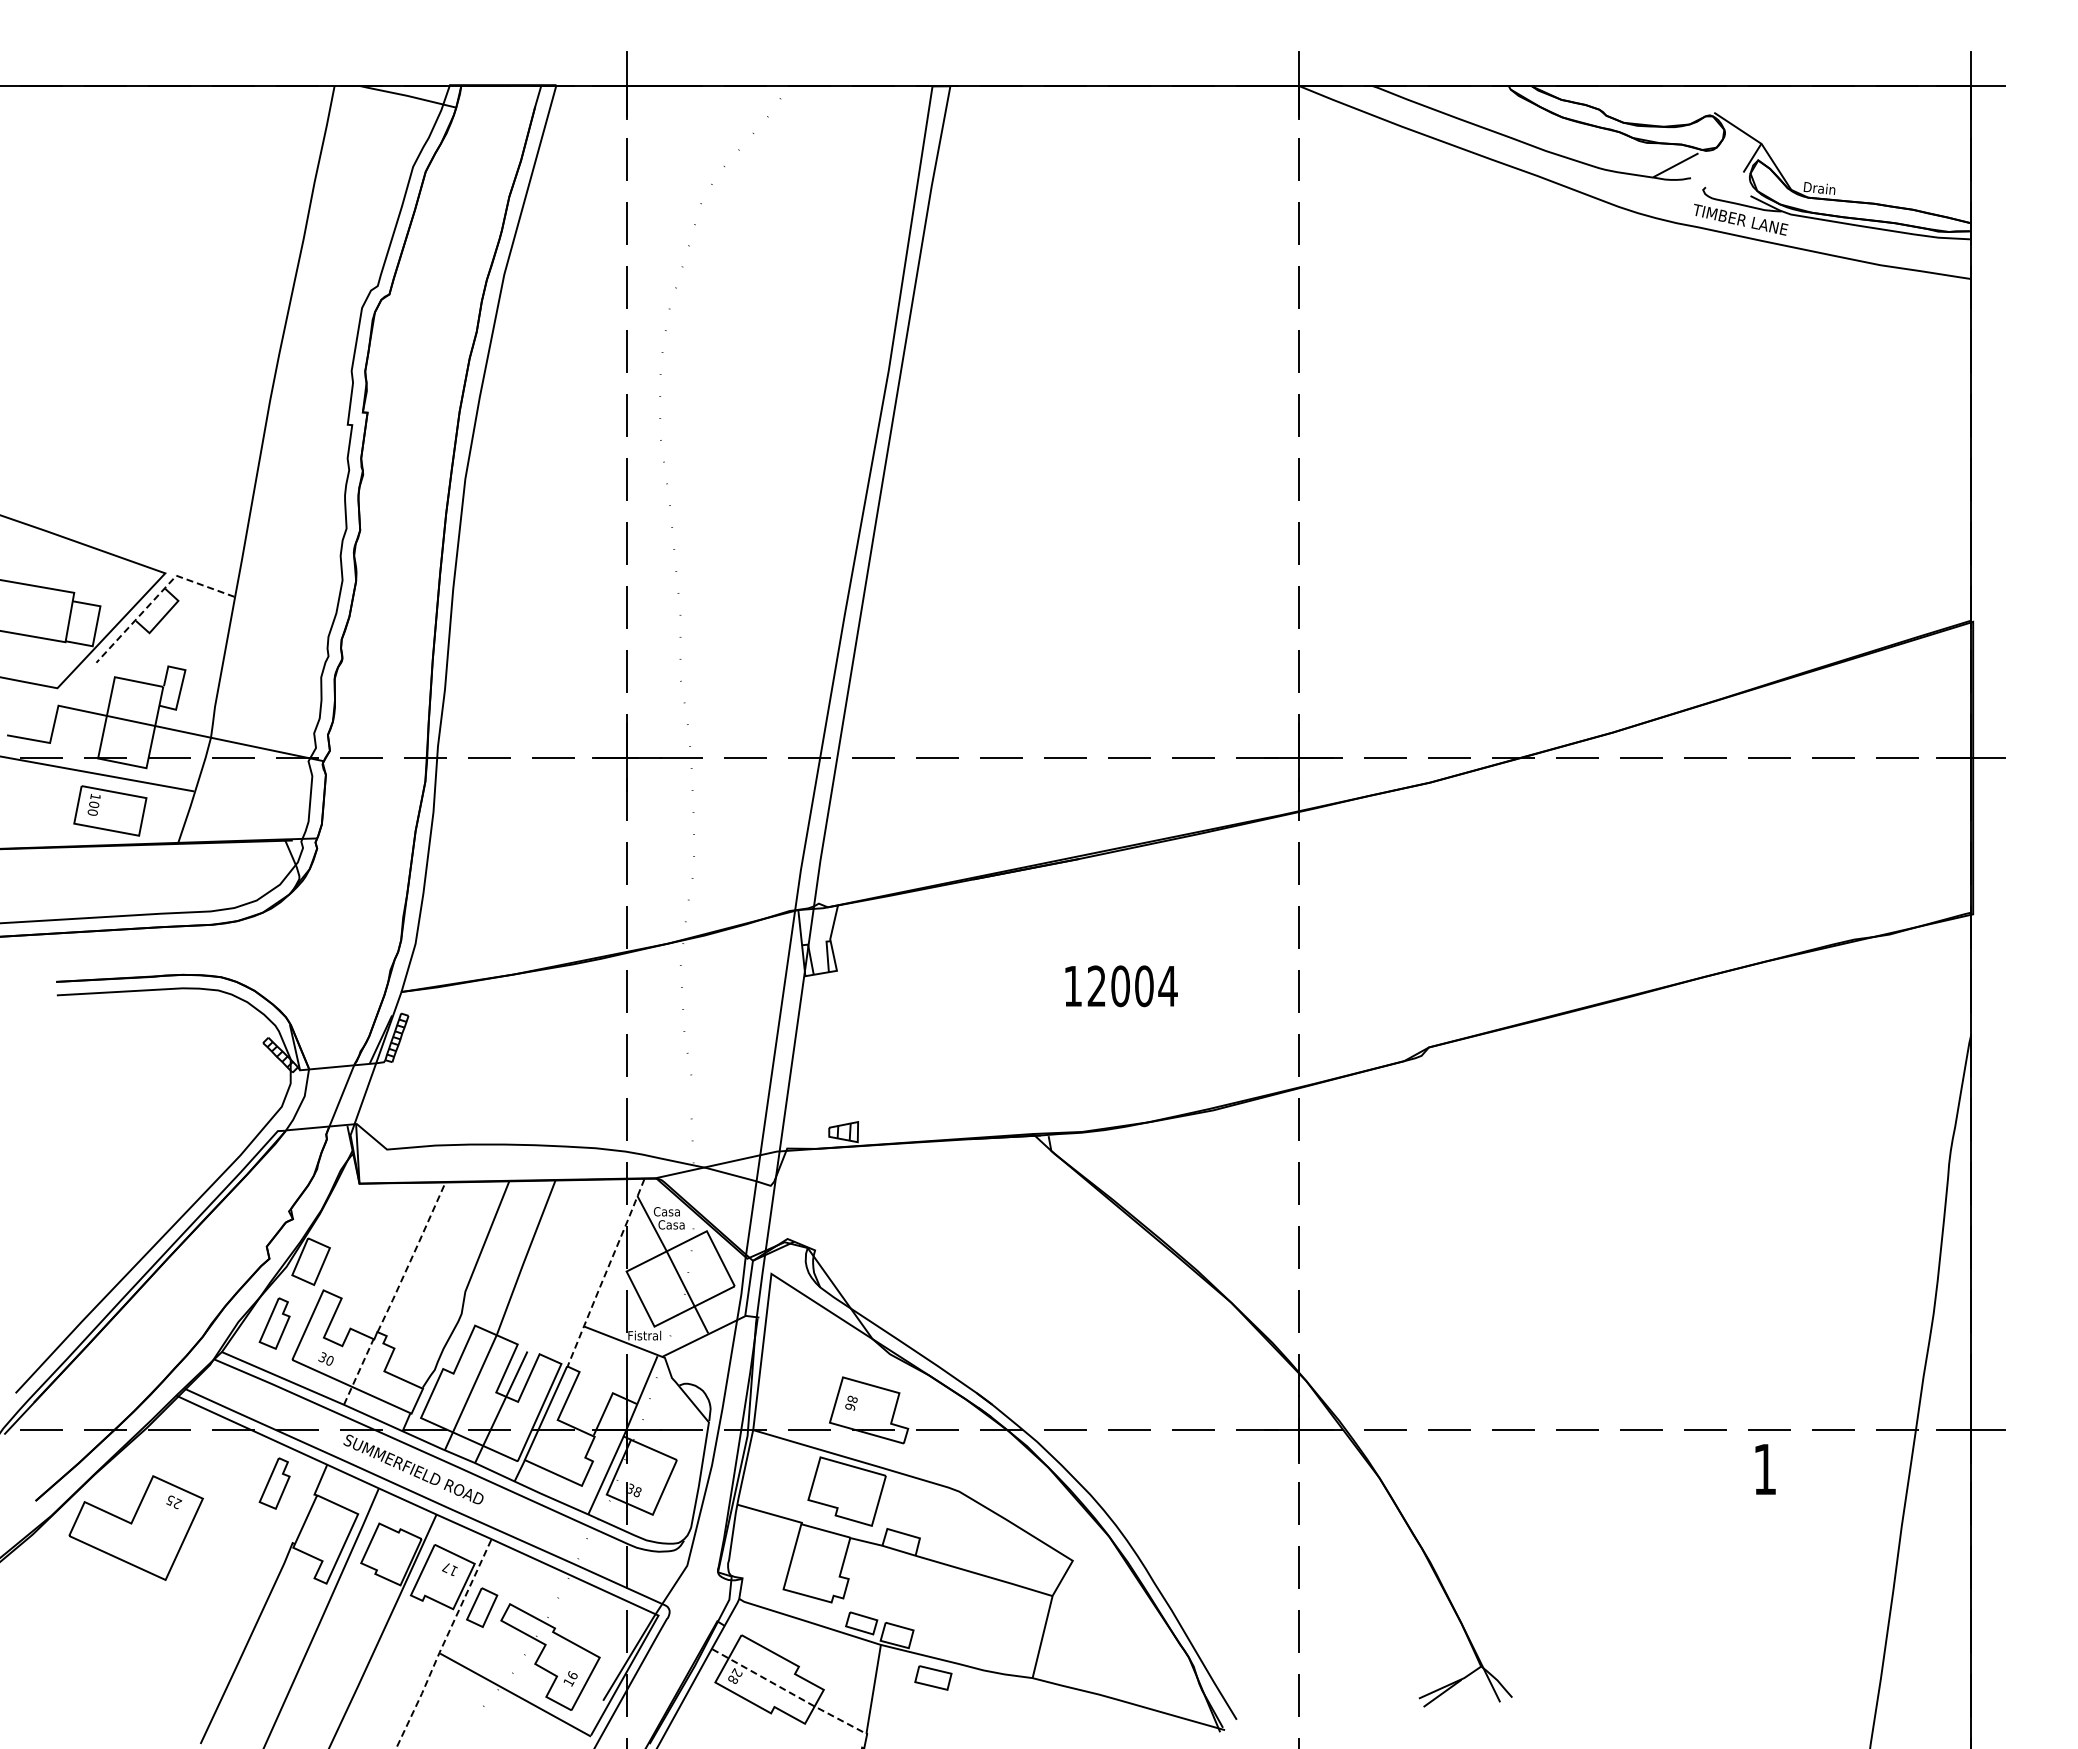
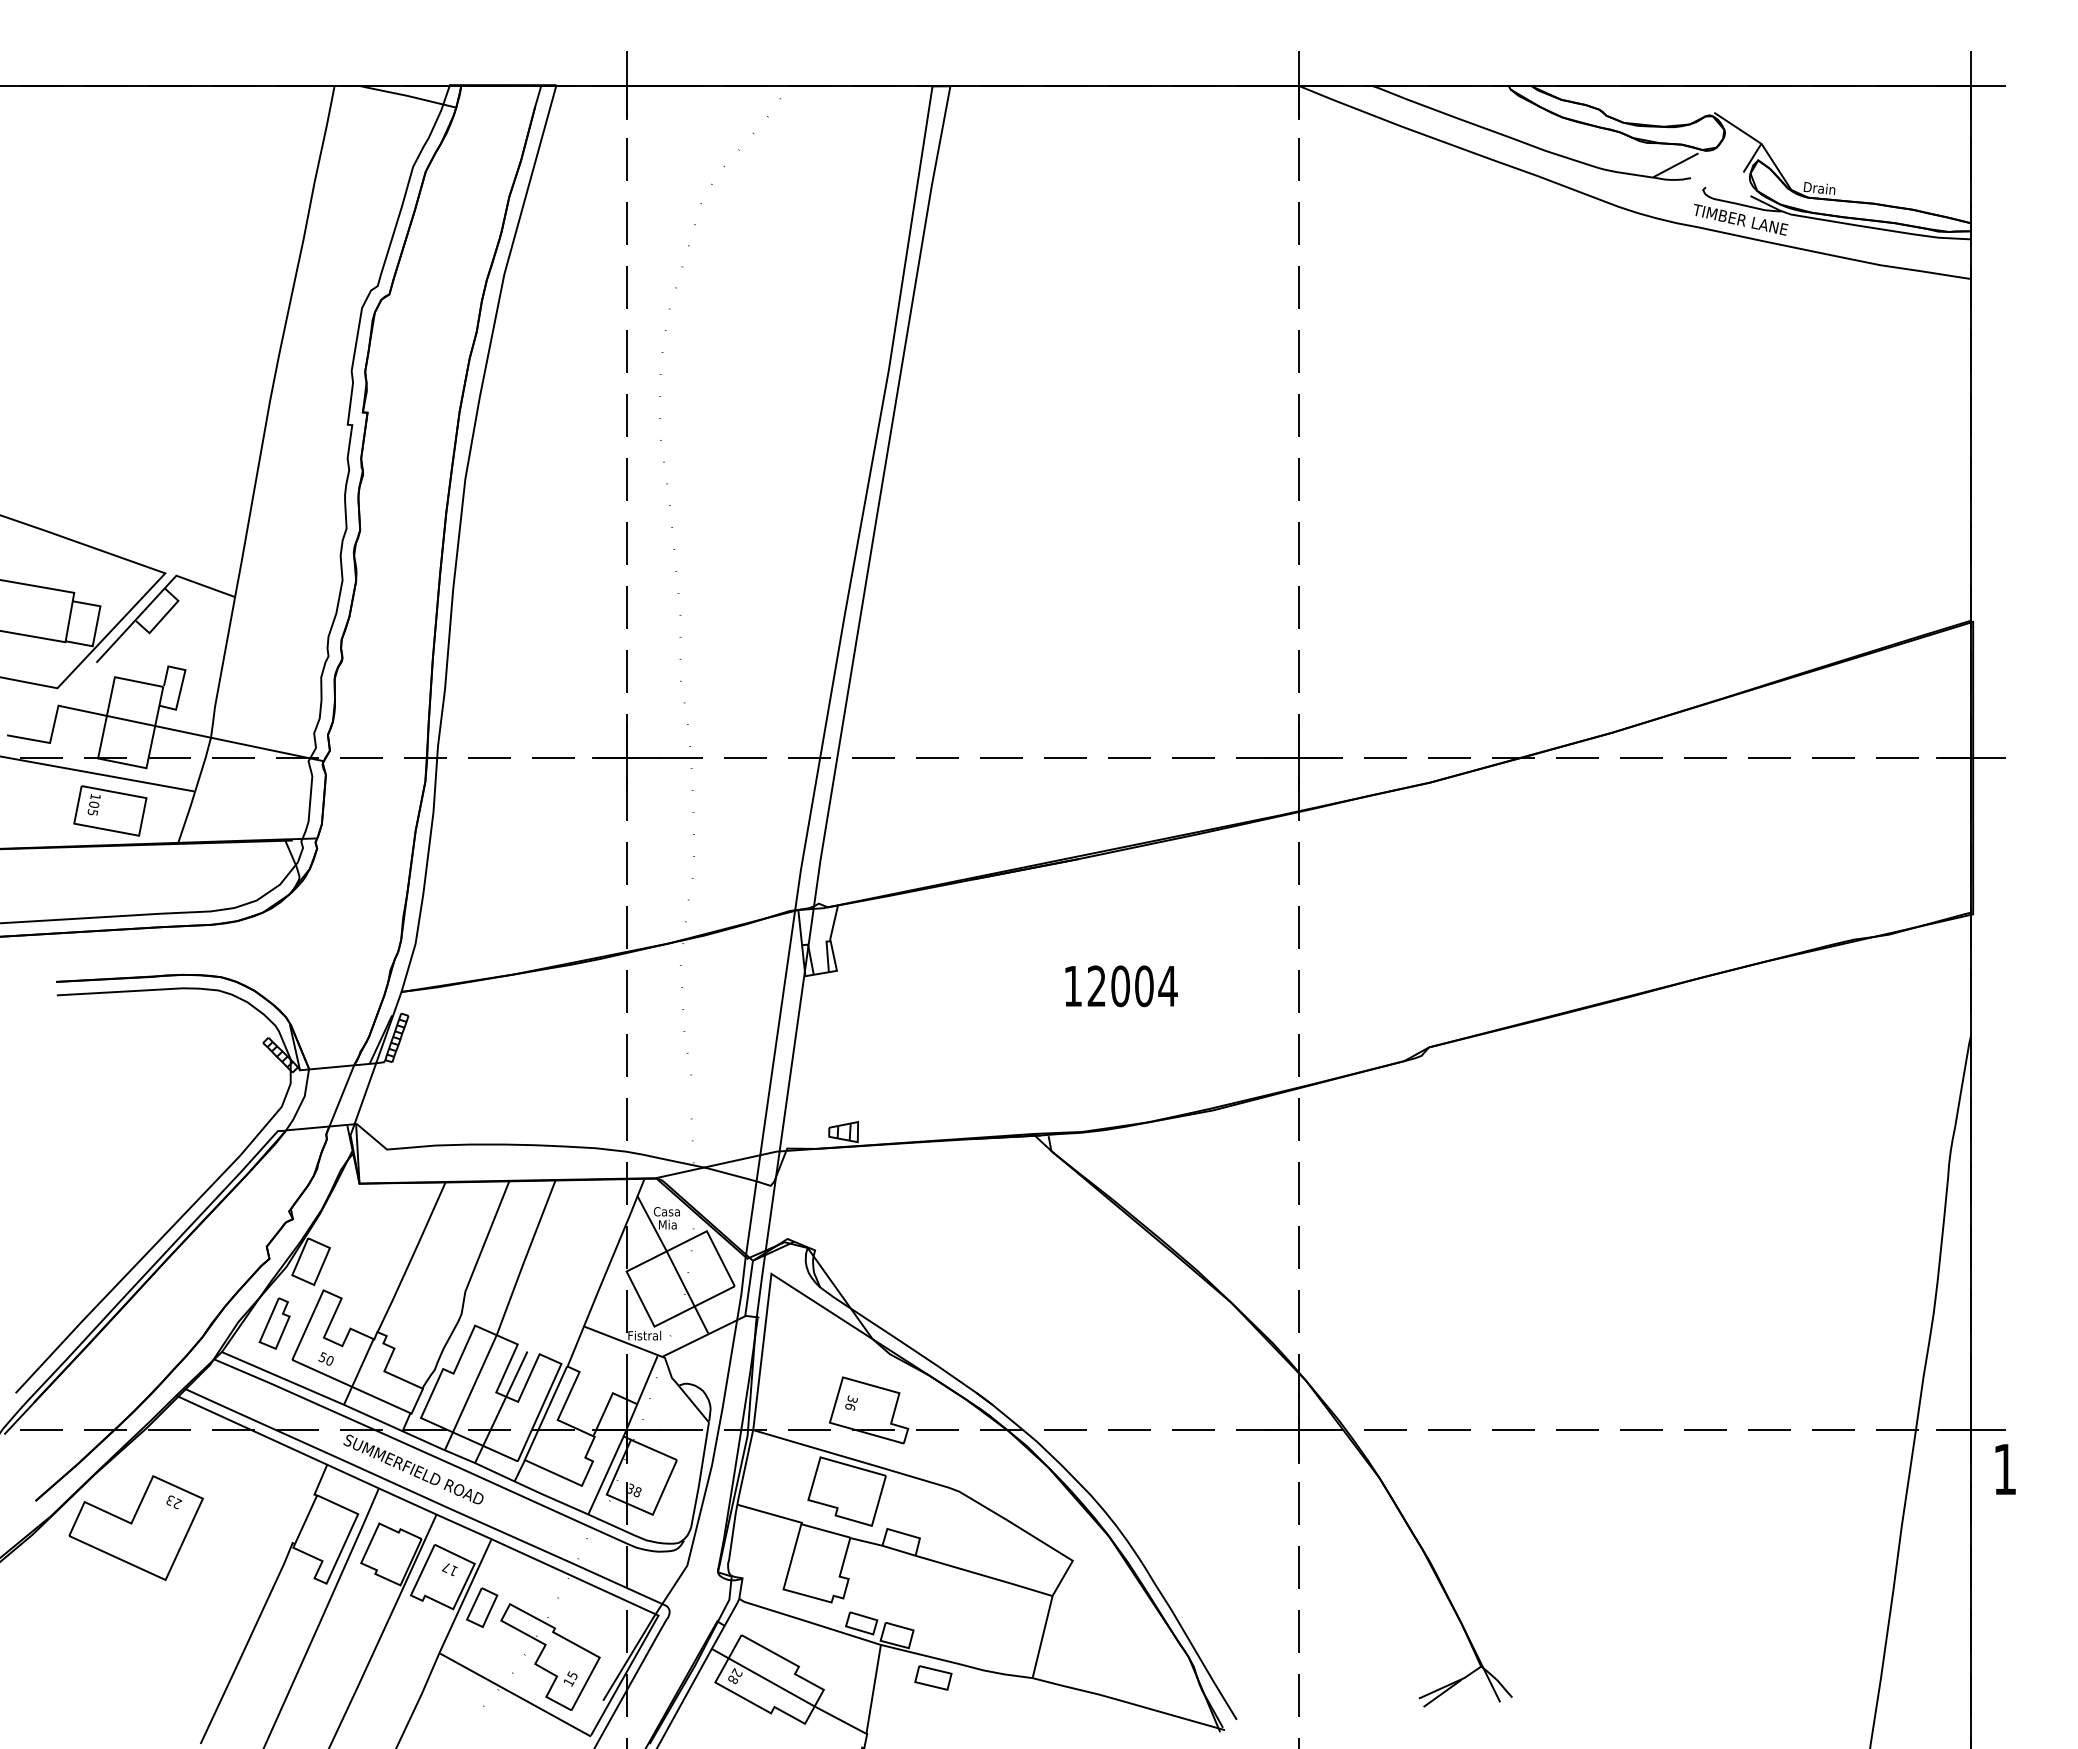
line at (157, 596): dashed -> solid
text at (92, 812): 100 -> 105
text at (671, 1224): Casa -> Mia
line at (412, 1257): dashed -> solid
line at (605, 1273): dashed -> solid
text at (323, 1357): 30 -> 50
line at (359, 1371): dashed -> solid
text at (852, 1398): 86 -> 36
text at (1765, 1469) position: (1765, 1469) -> (2005, 1469)
part at (274, 1483): present -> none
text at (169, 1500): 25 -> 23
line at (443, 1644): dashed -> solid
text at (572, 1675): 16 -> 15
line at (790, 1692): dashed -> solid
